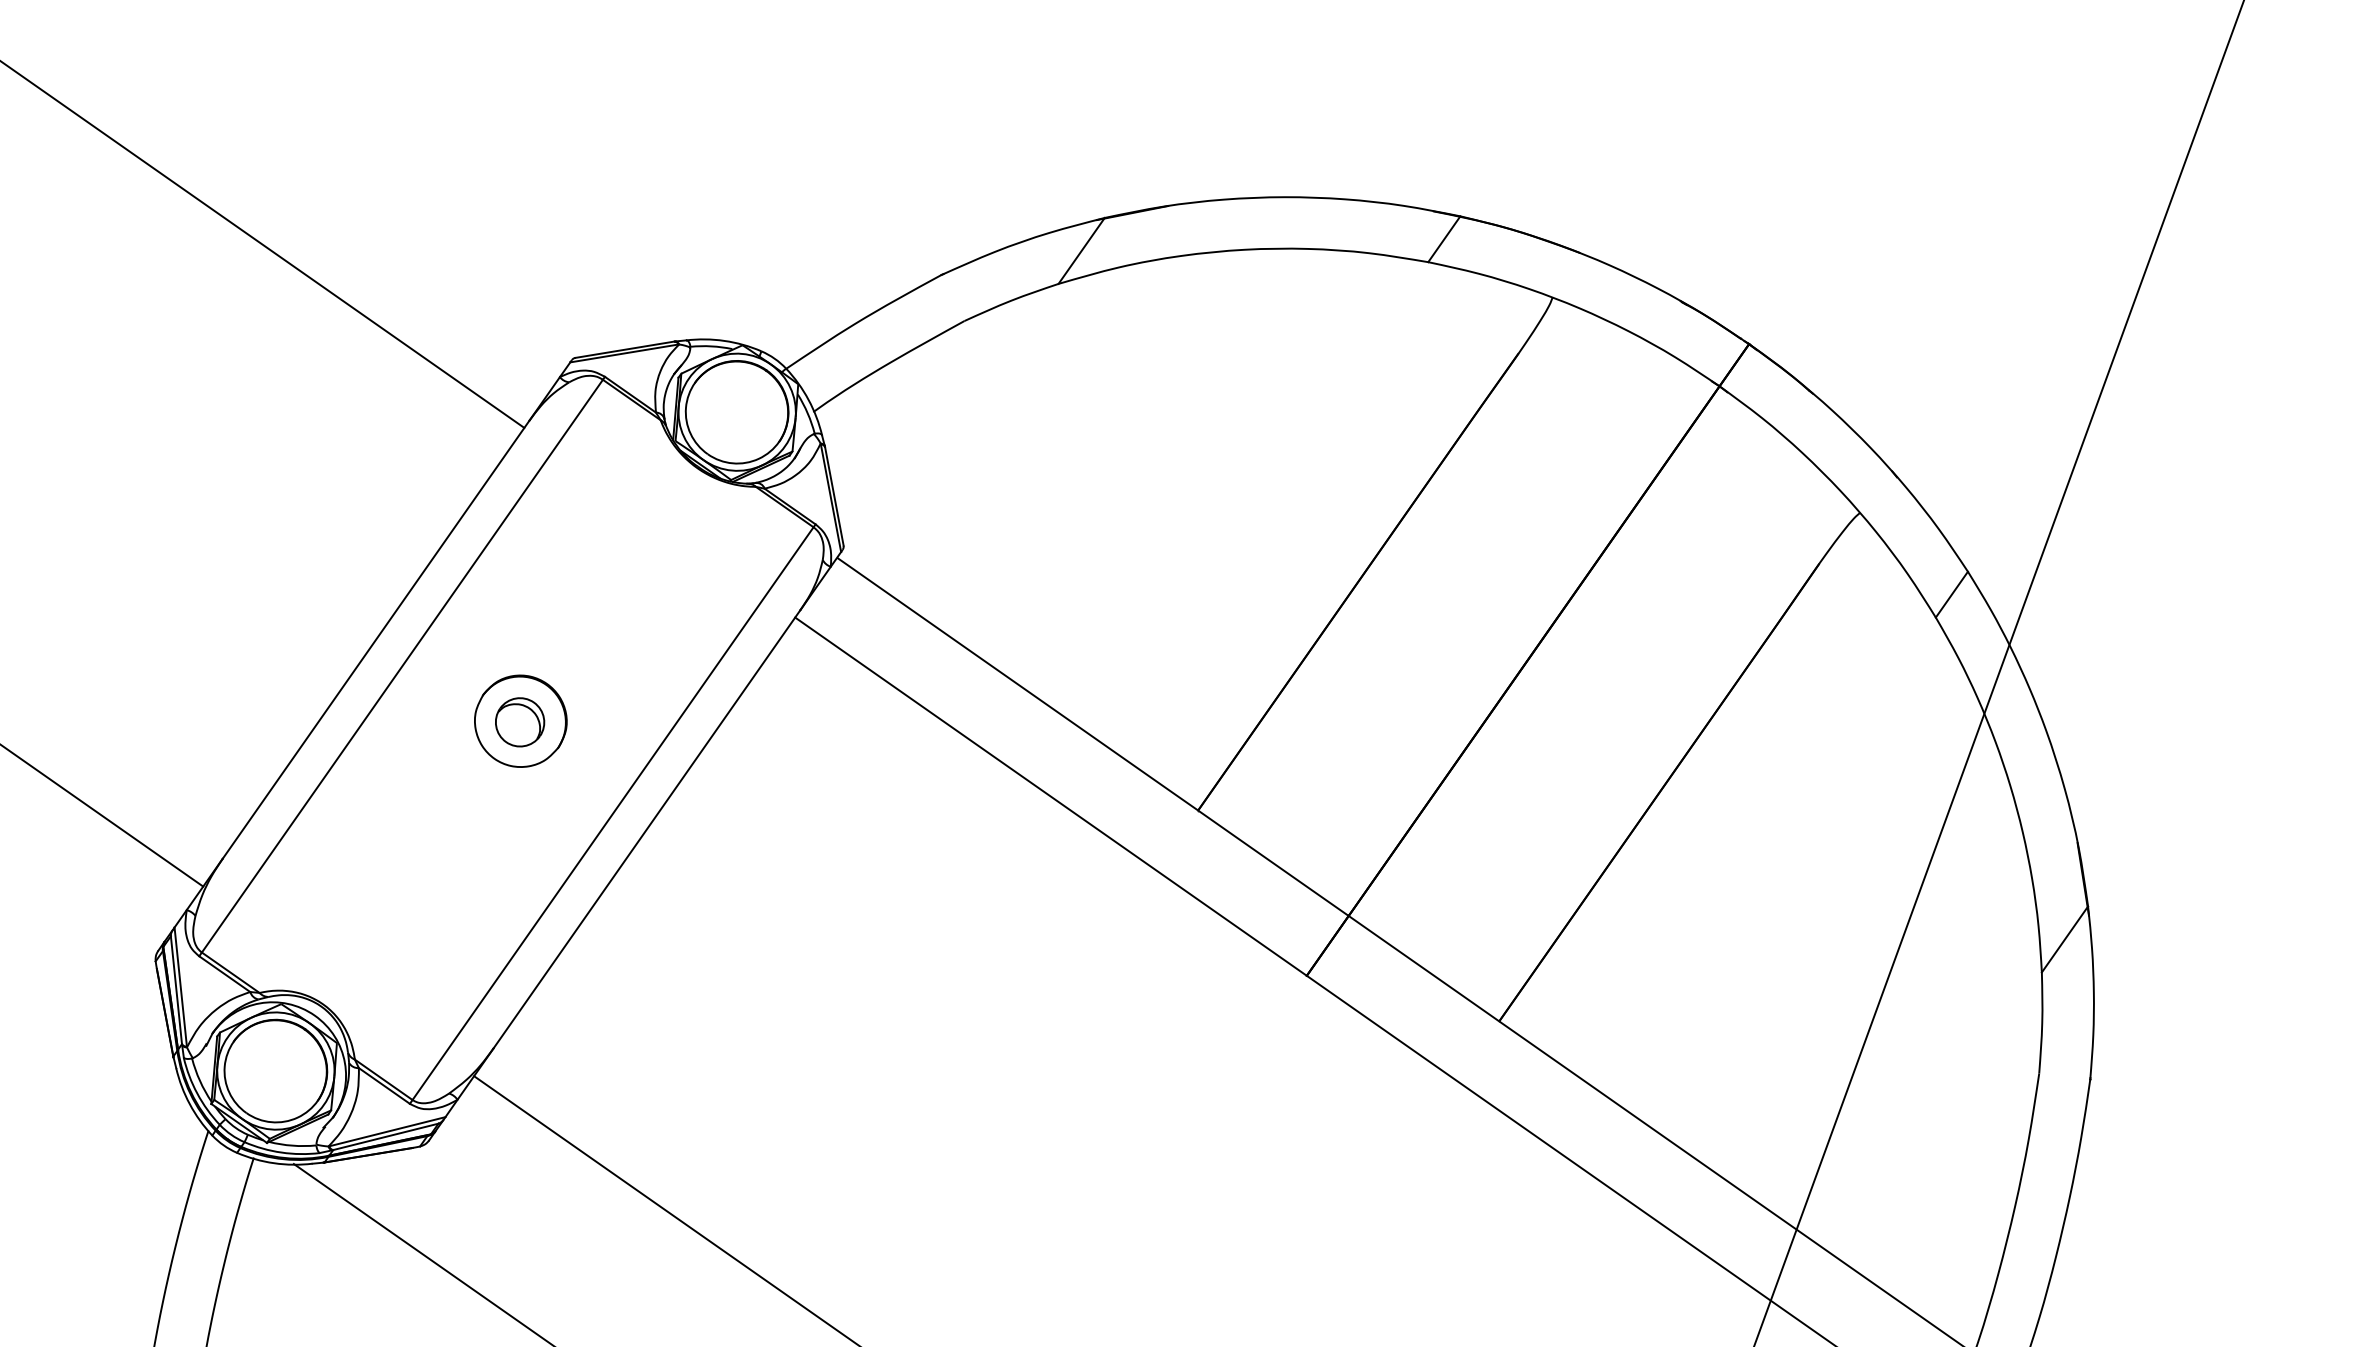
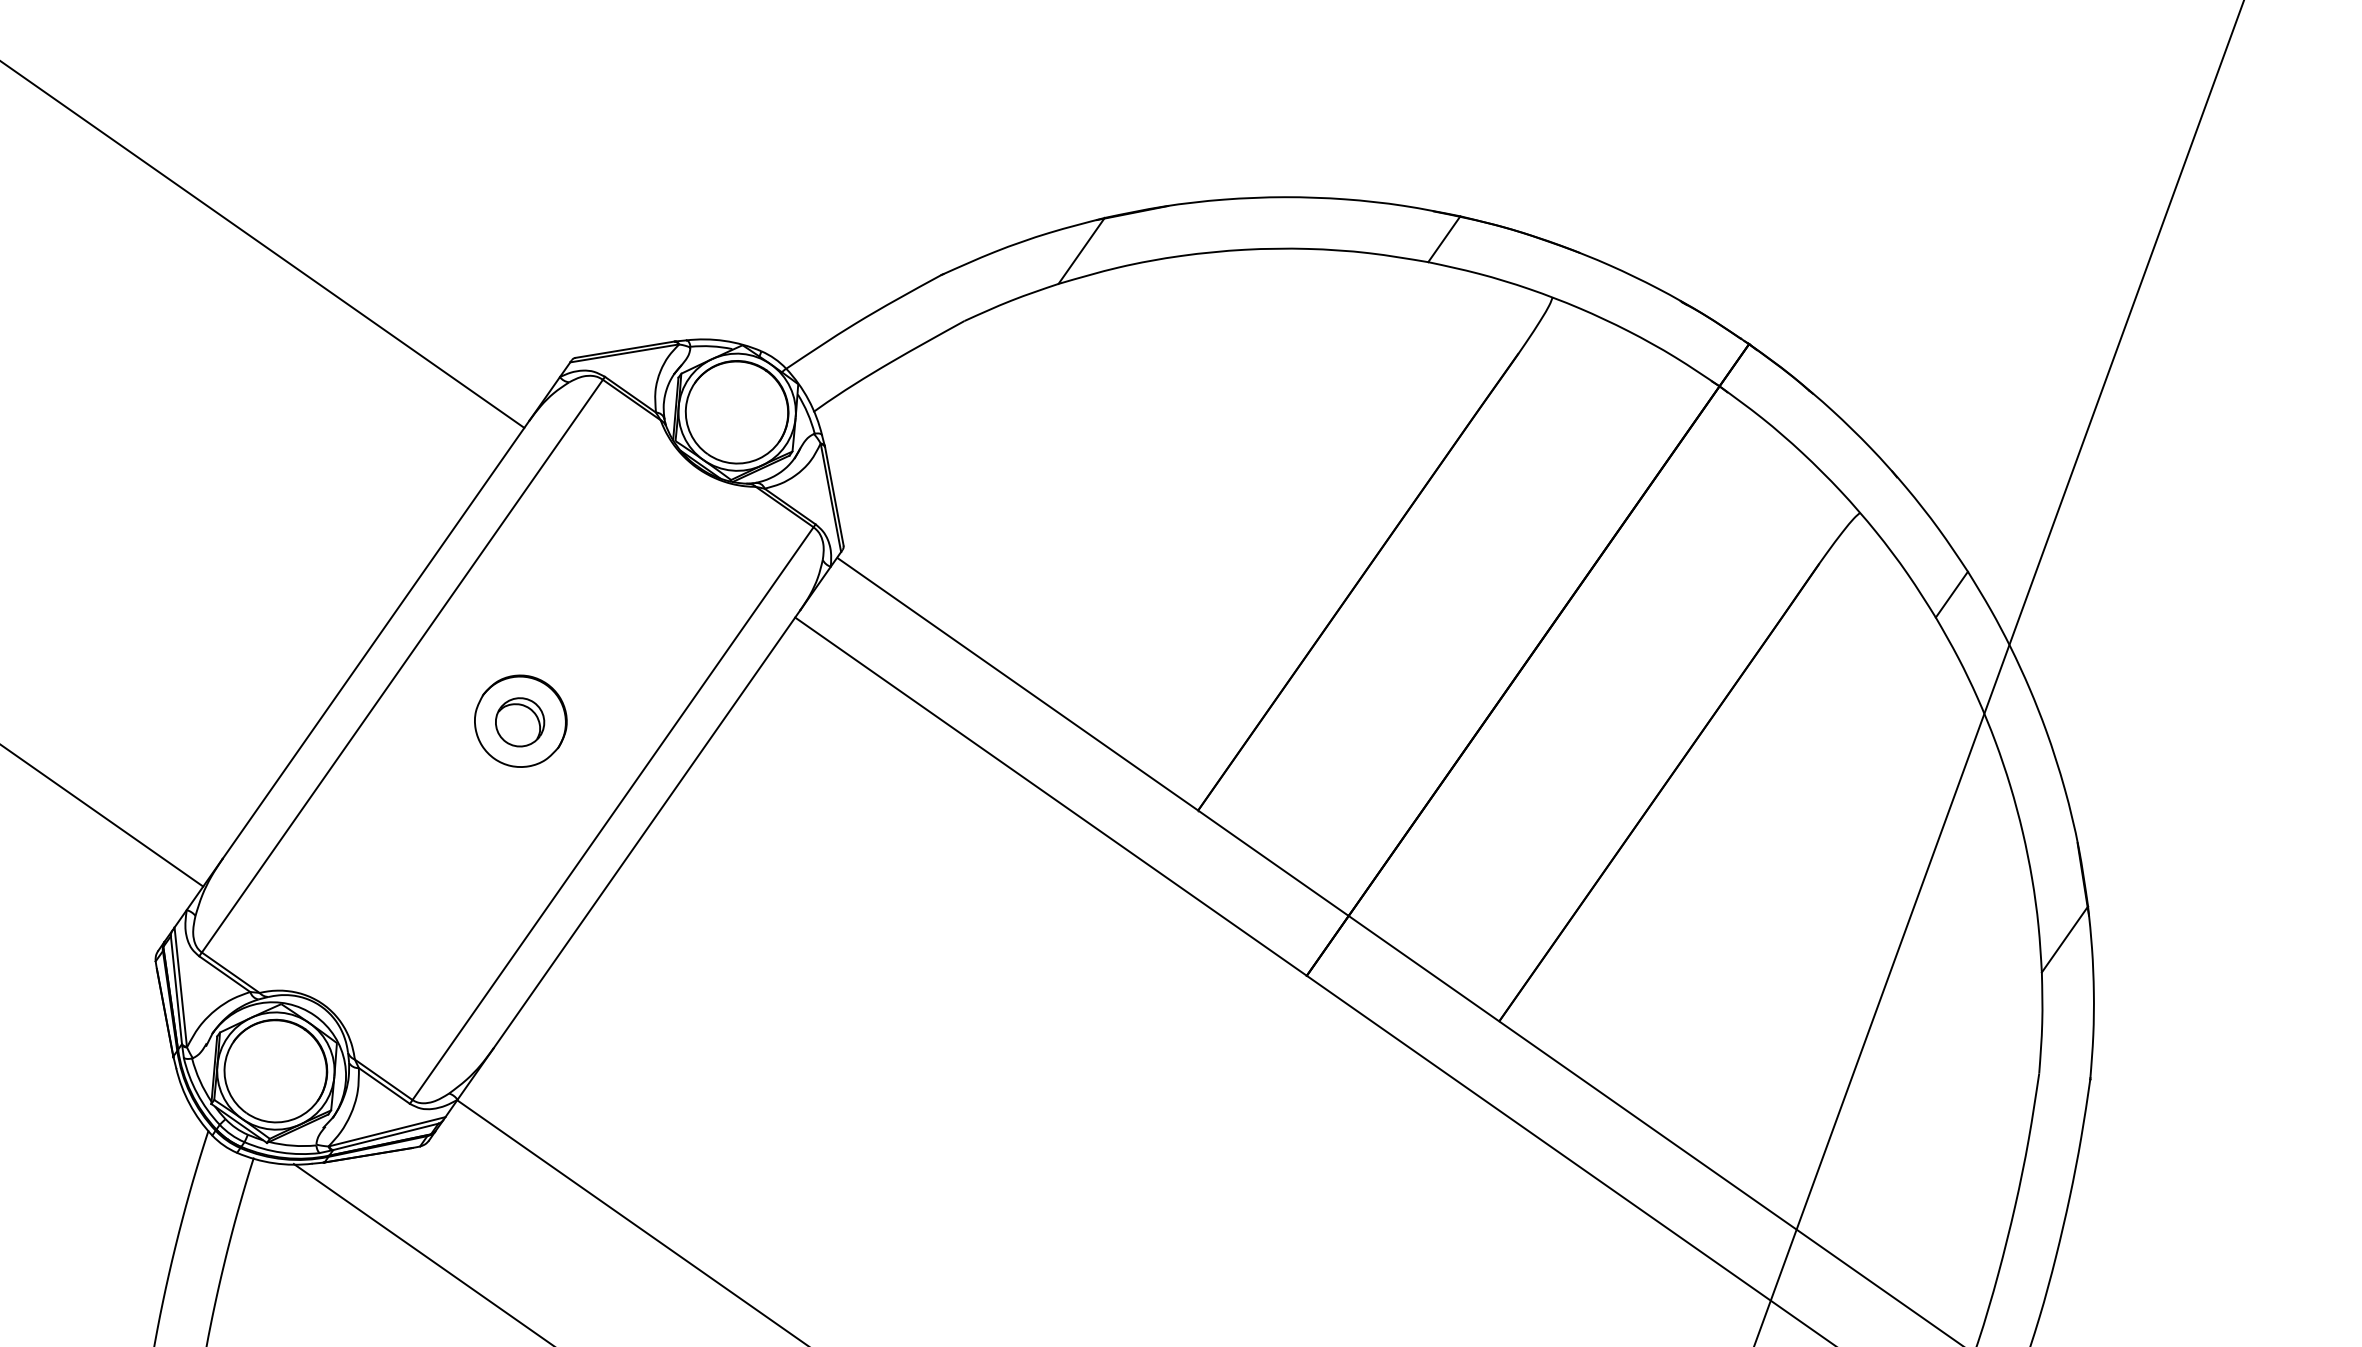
line at (664, 1209) position: (664, 1209) -> (631, 1221)
